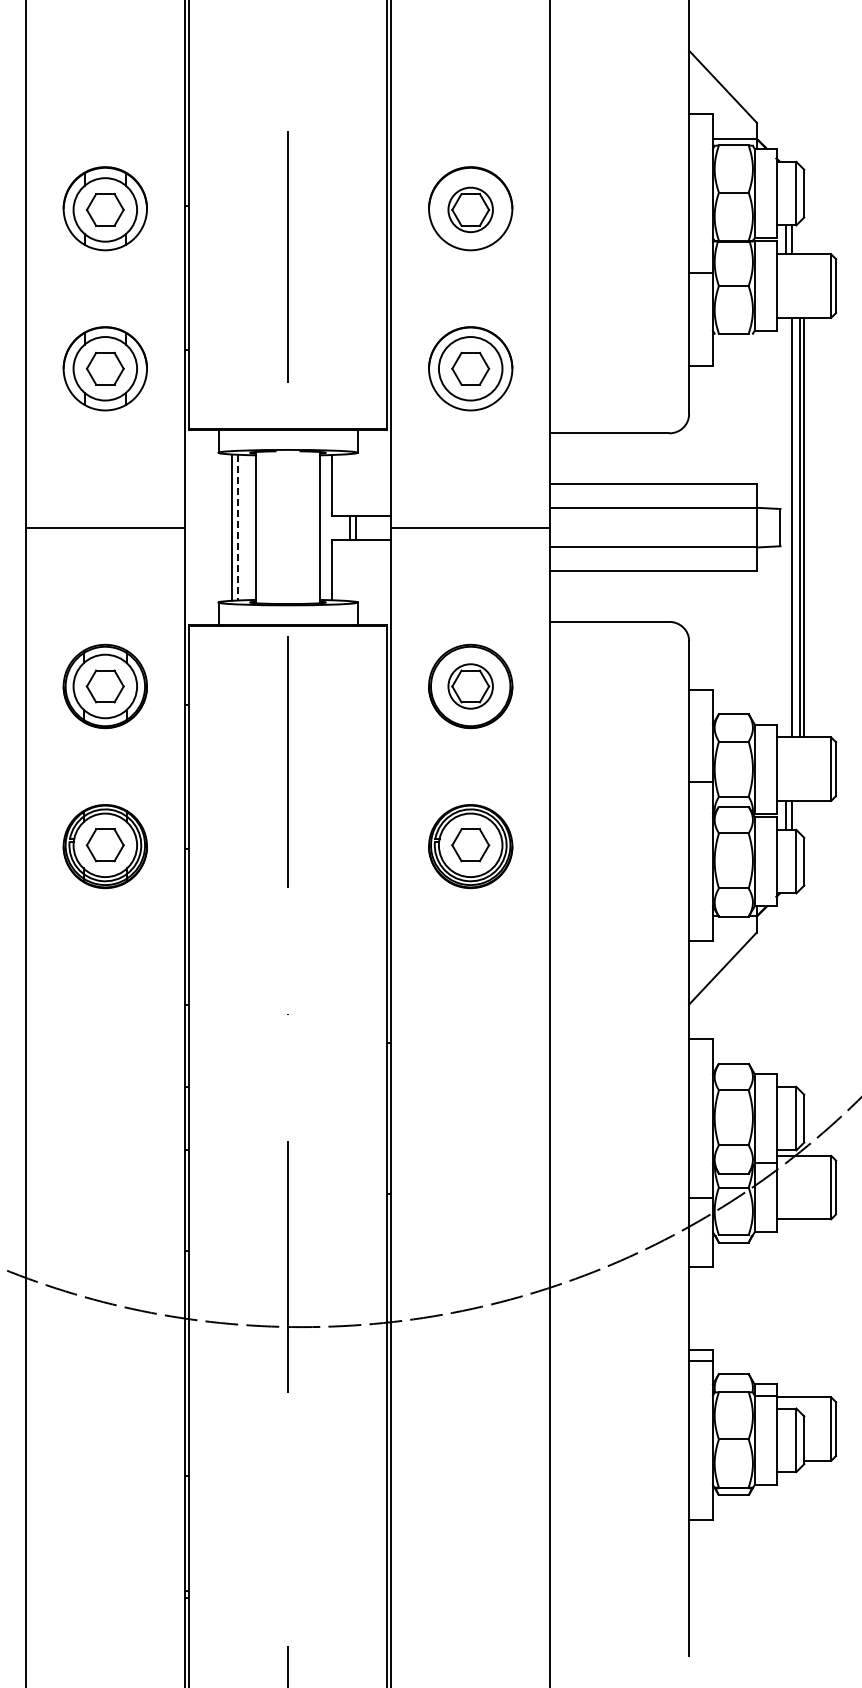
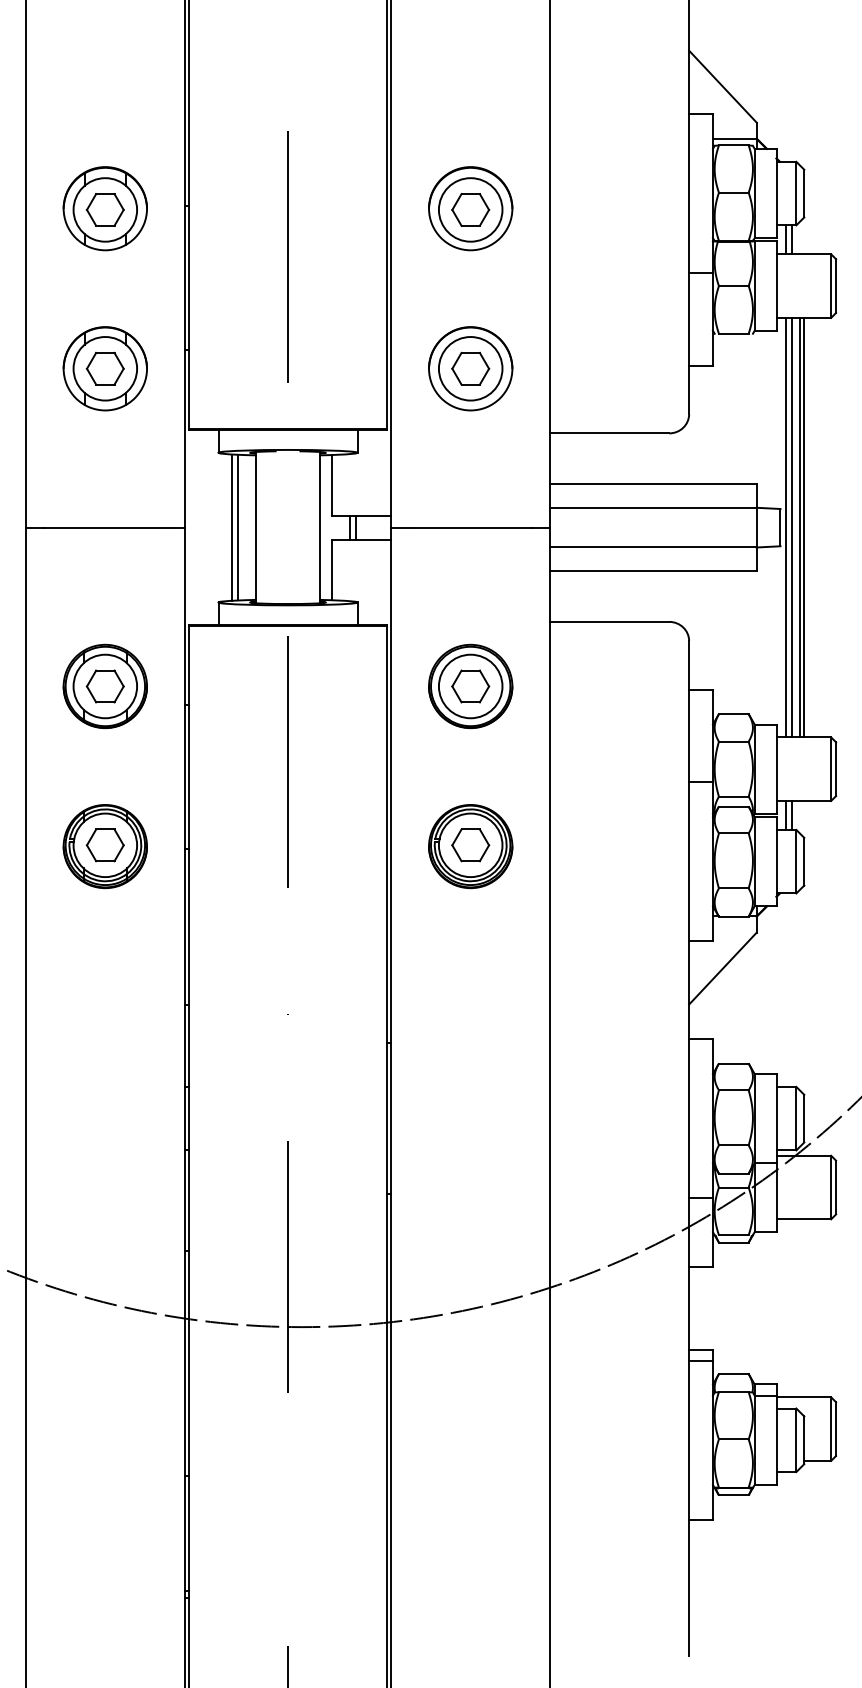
circle at (470, 209) diameter: 44 px -> 64 px
line at (238, 527): dashed -> solid
line at (786, 527): none -> present
circle at (470, 686) diameter: 44 px -> 64 px
